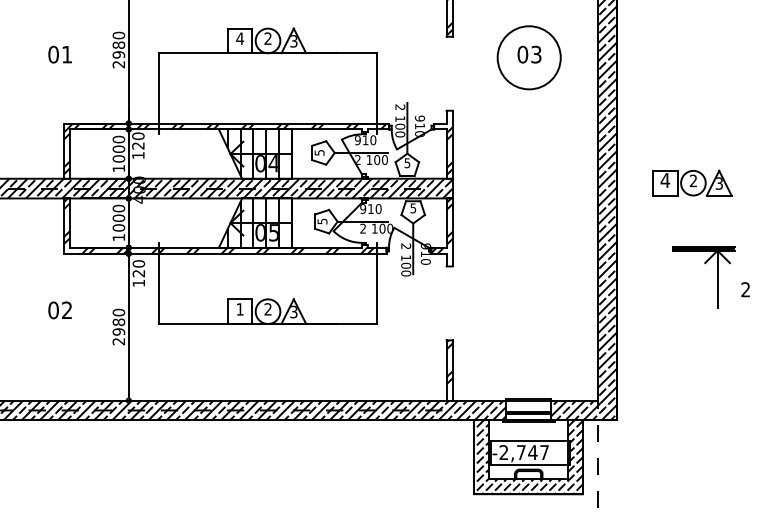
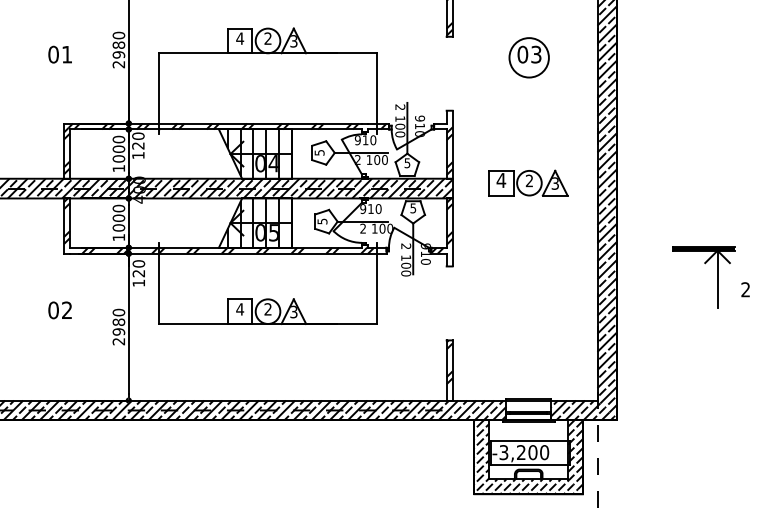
circle at (528, 57) diameter: 63 px -> 39 px
part at (692, 182) position: (692, 182) -> (528, 182)
text at (240, 309): 1 -> 4
text at (524, 452): -2,747 -> -3,200
